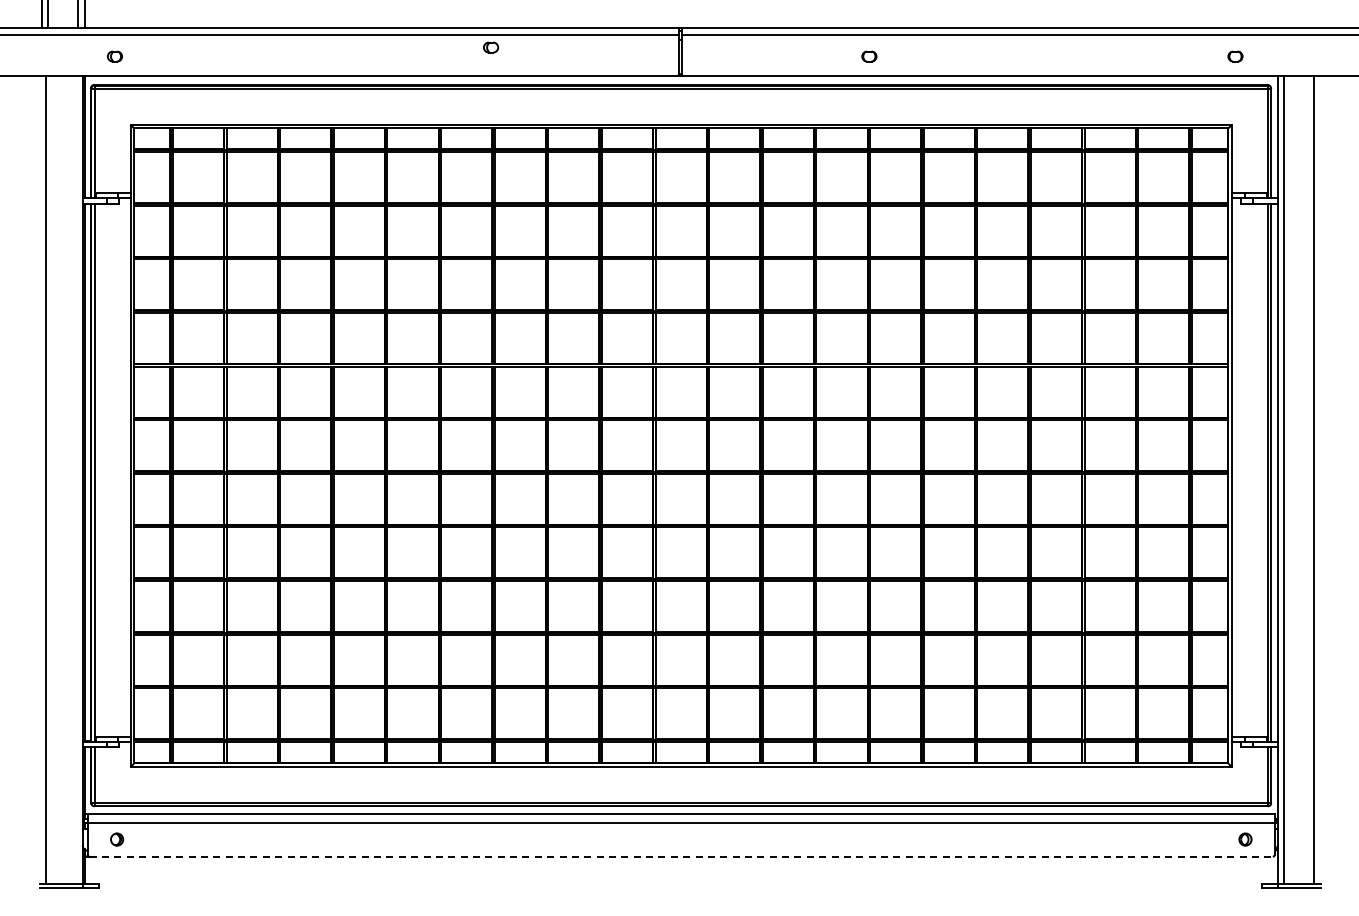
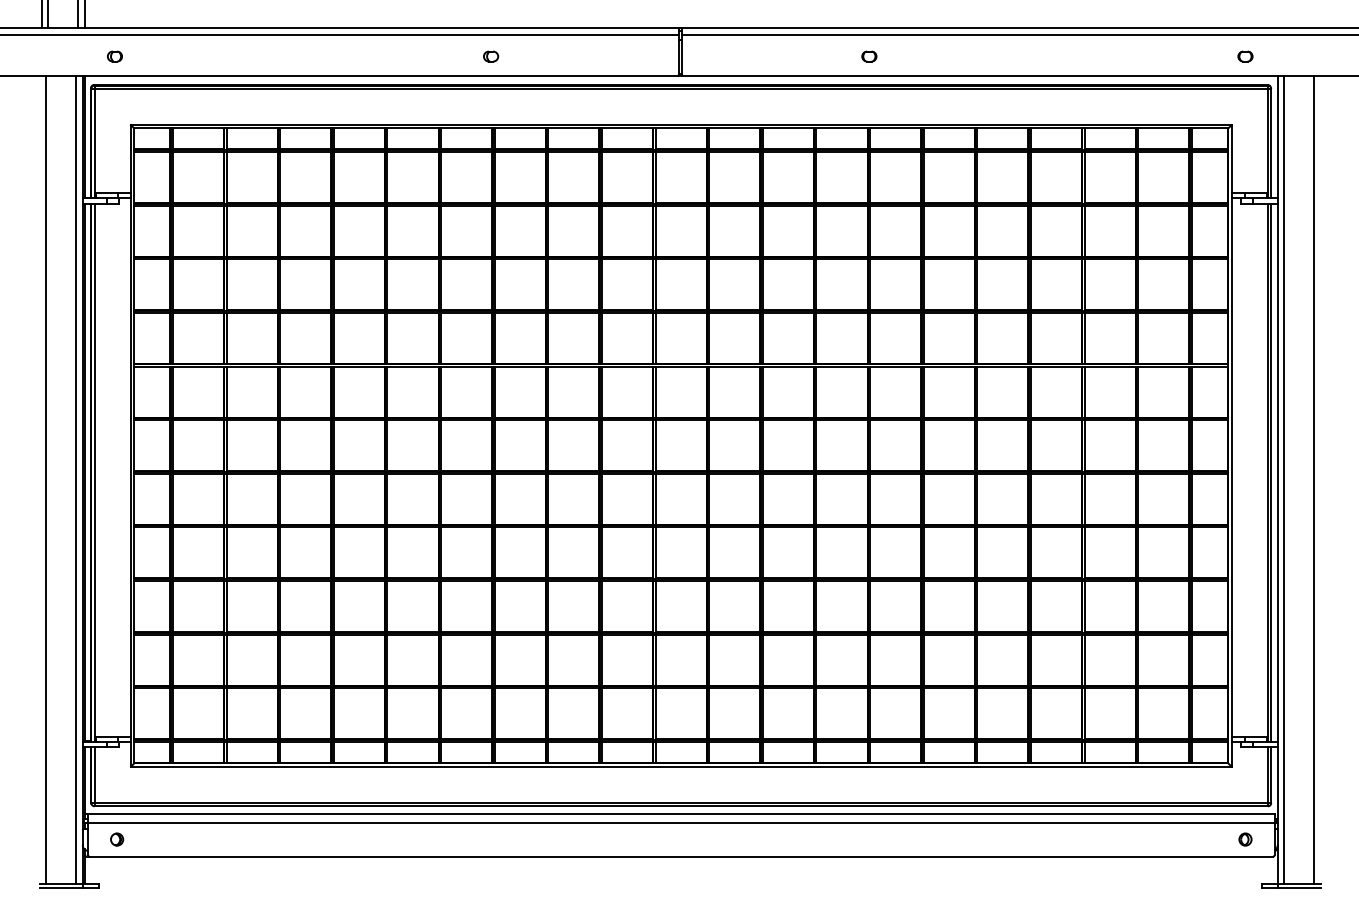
part at (491, 47) position: (491, 47) -> (491, 56)
part at (1235, 56) position: (1235, 56) -> (1245, 56)
line at (76, 479): none -> present
line at (681, 856): dashed -> solid
